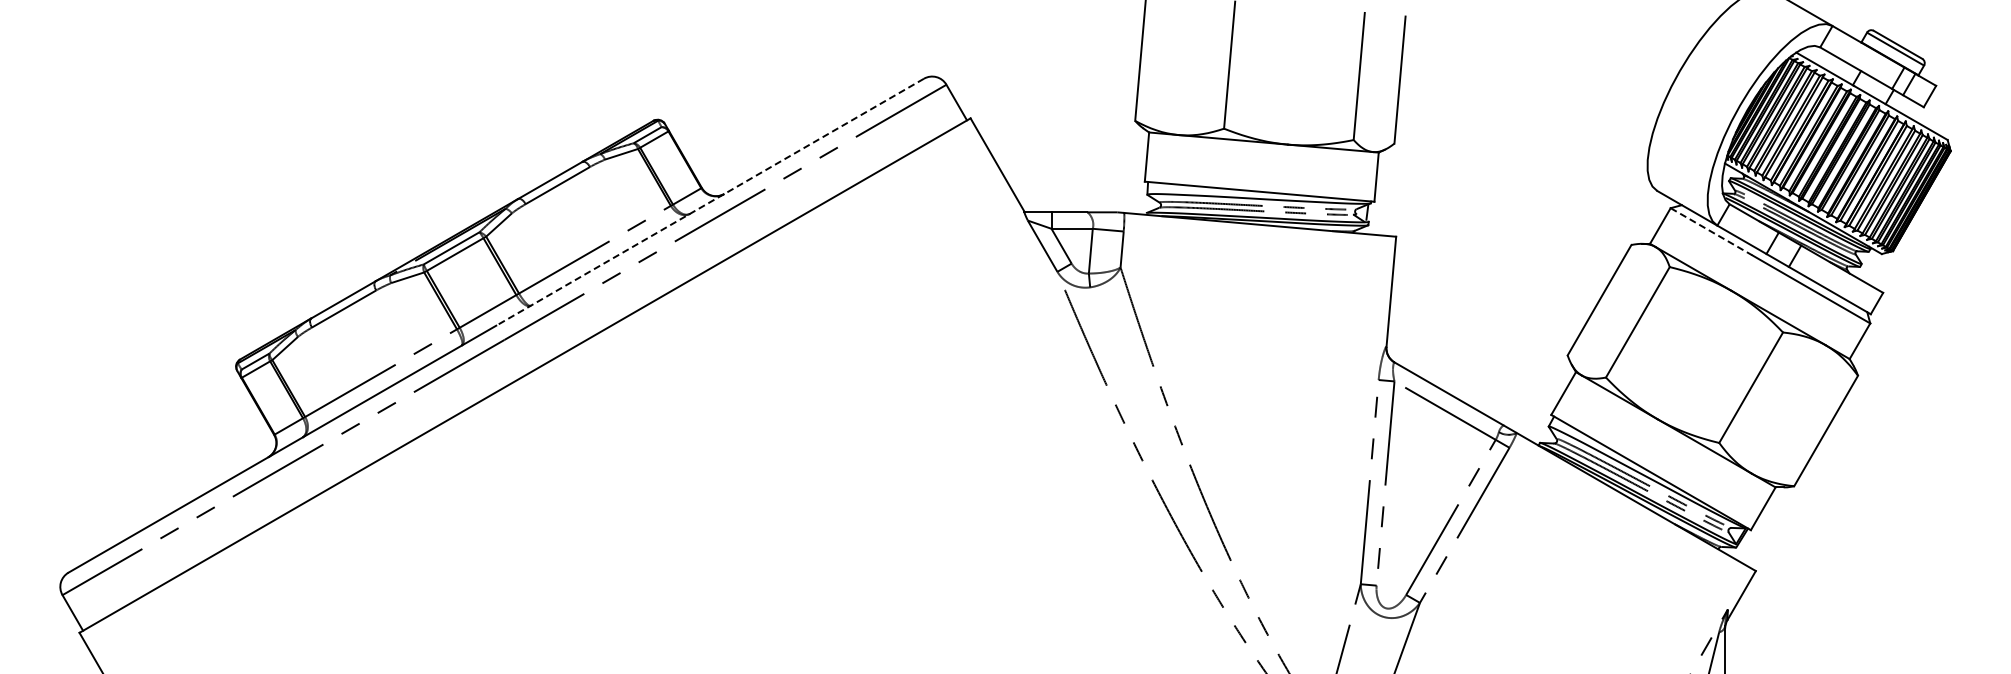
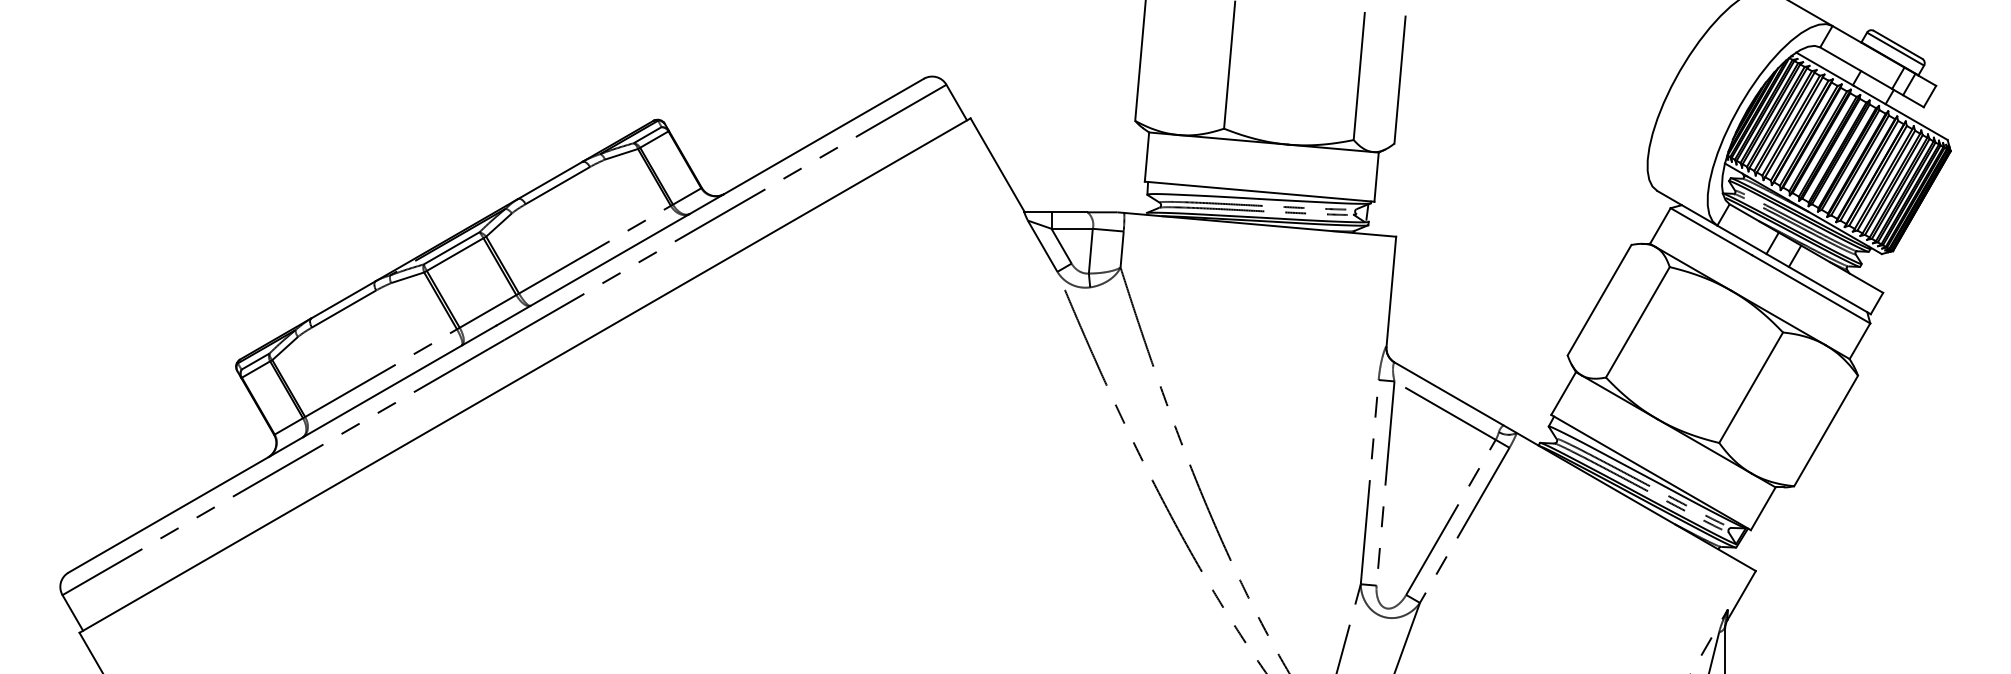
line at (710, 202): dashed -> solid
line at (1711, 231): dashed -> solid
